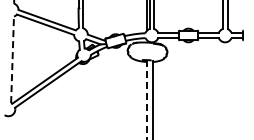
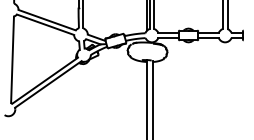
line at (12, 59): dashed -> solid
line at (147, 99): dashed -> solid
